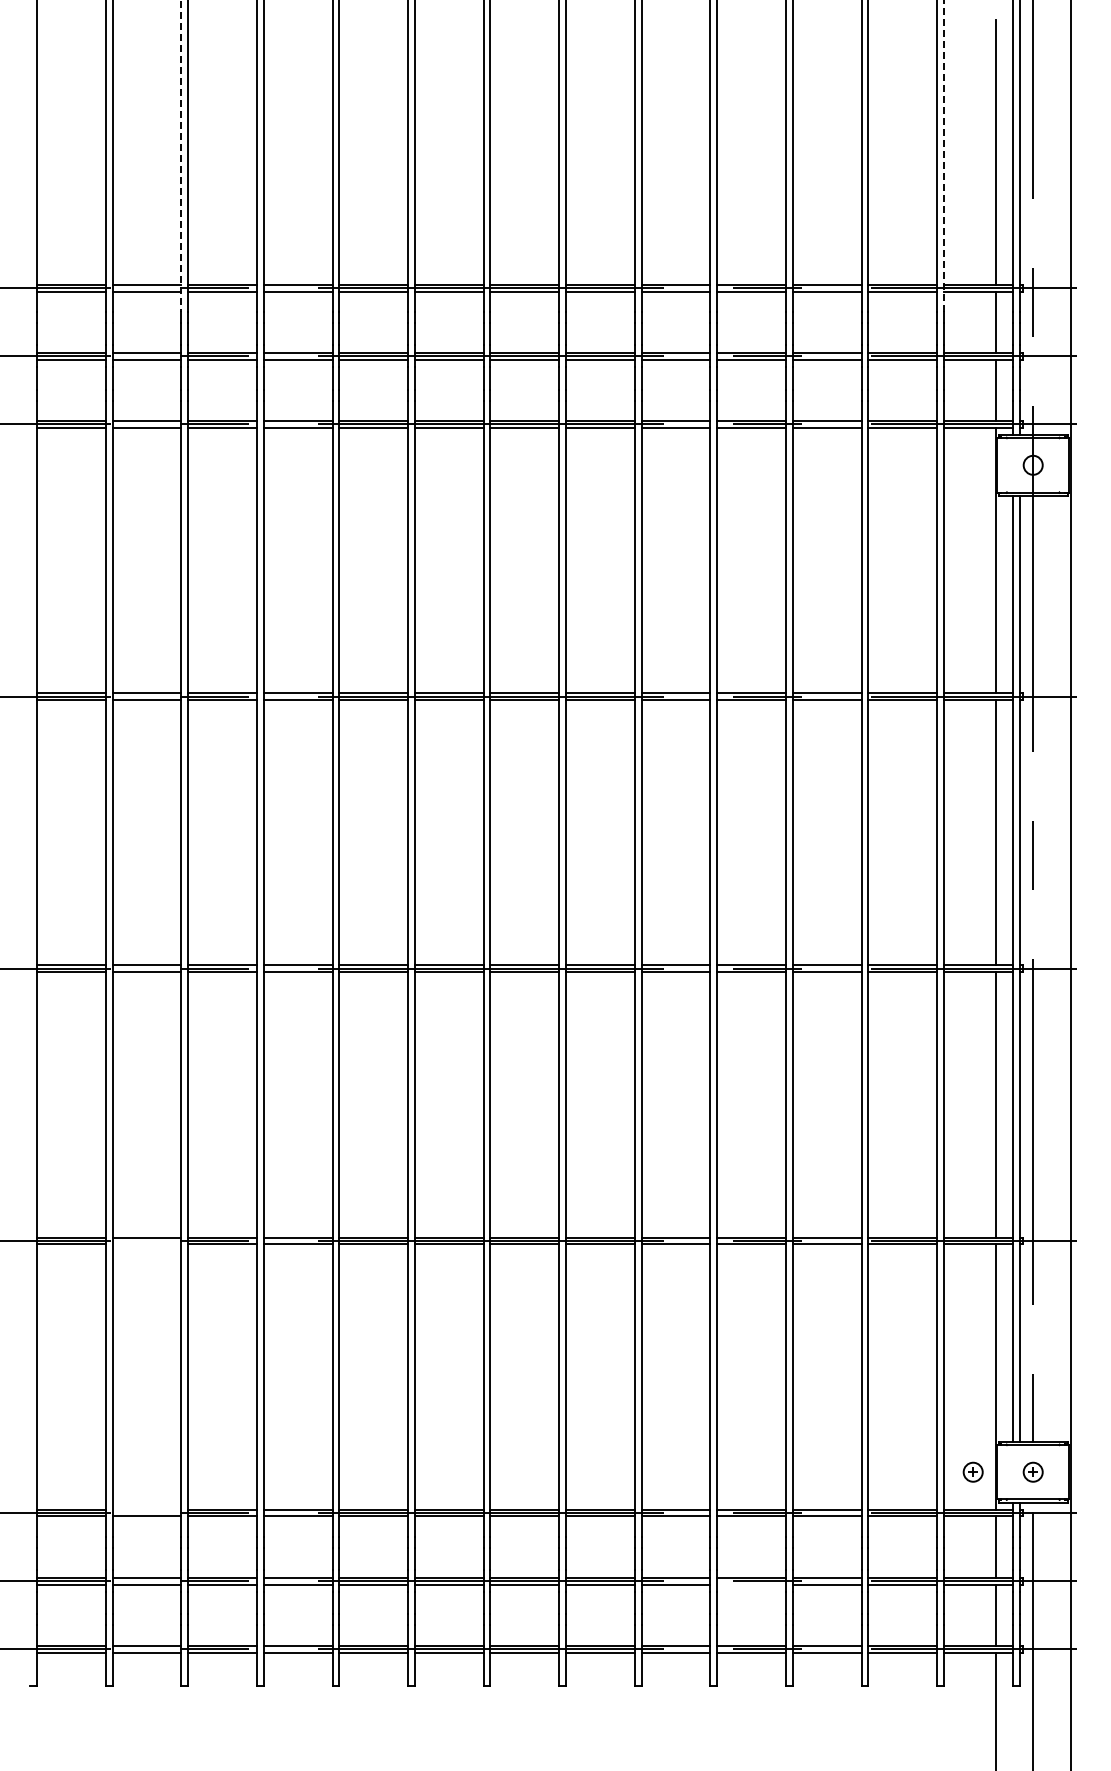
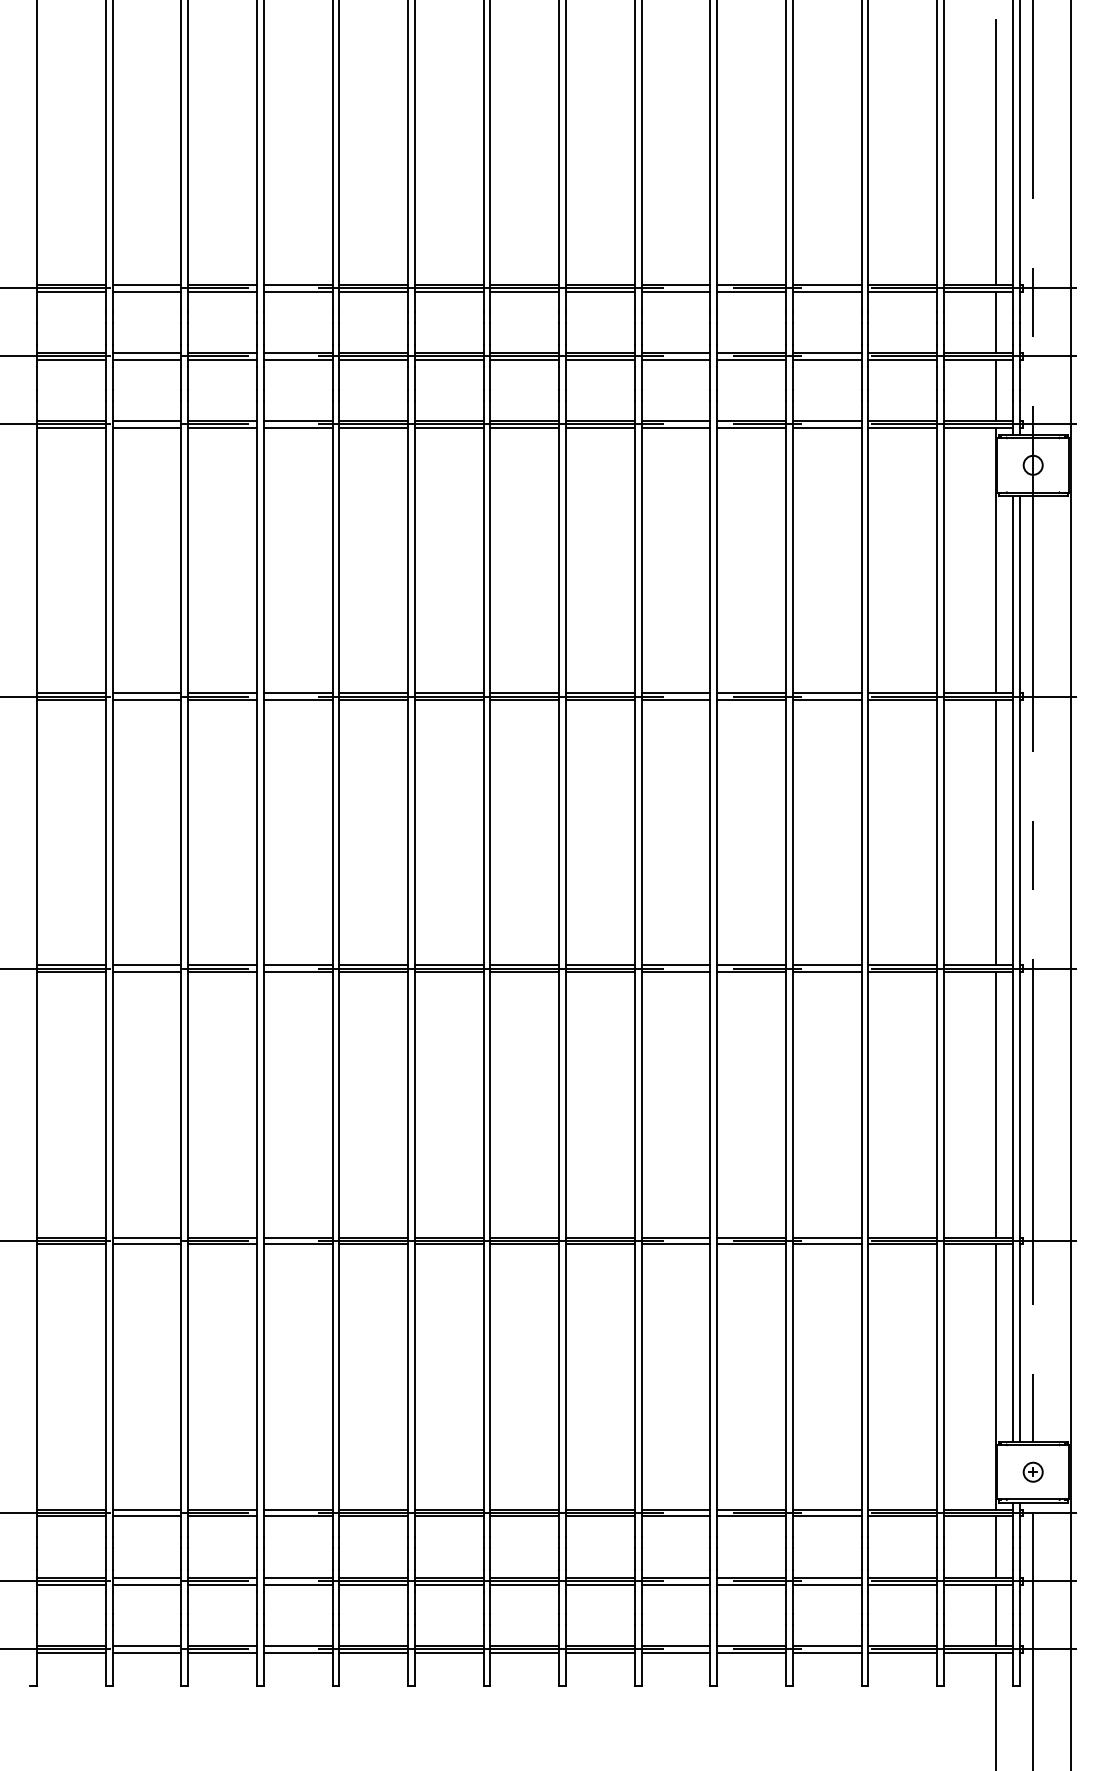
line at (181, 156): dashed -> solid
line at (944, 156): dashed -> solid
line at (146, 1244): none -> present
part at (972, 1471): present -> none
line at (146, 1509): none -> present
line at (751, 1584): none -> present
